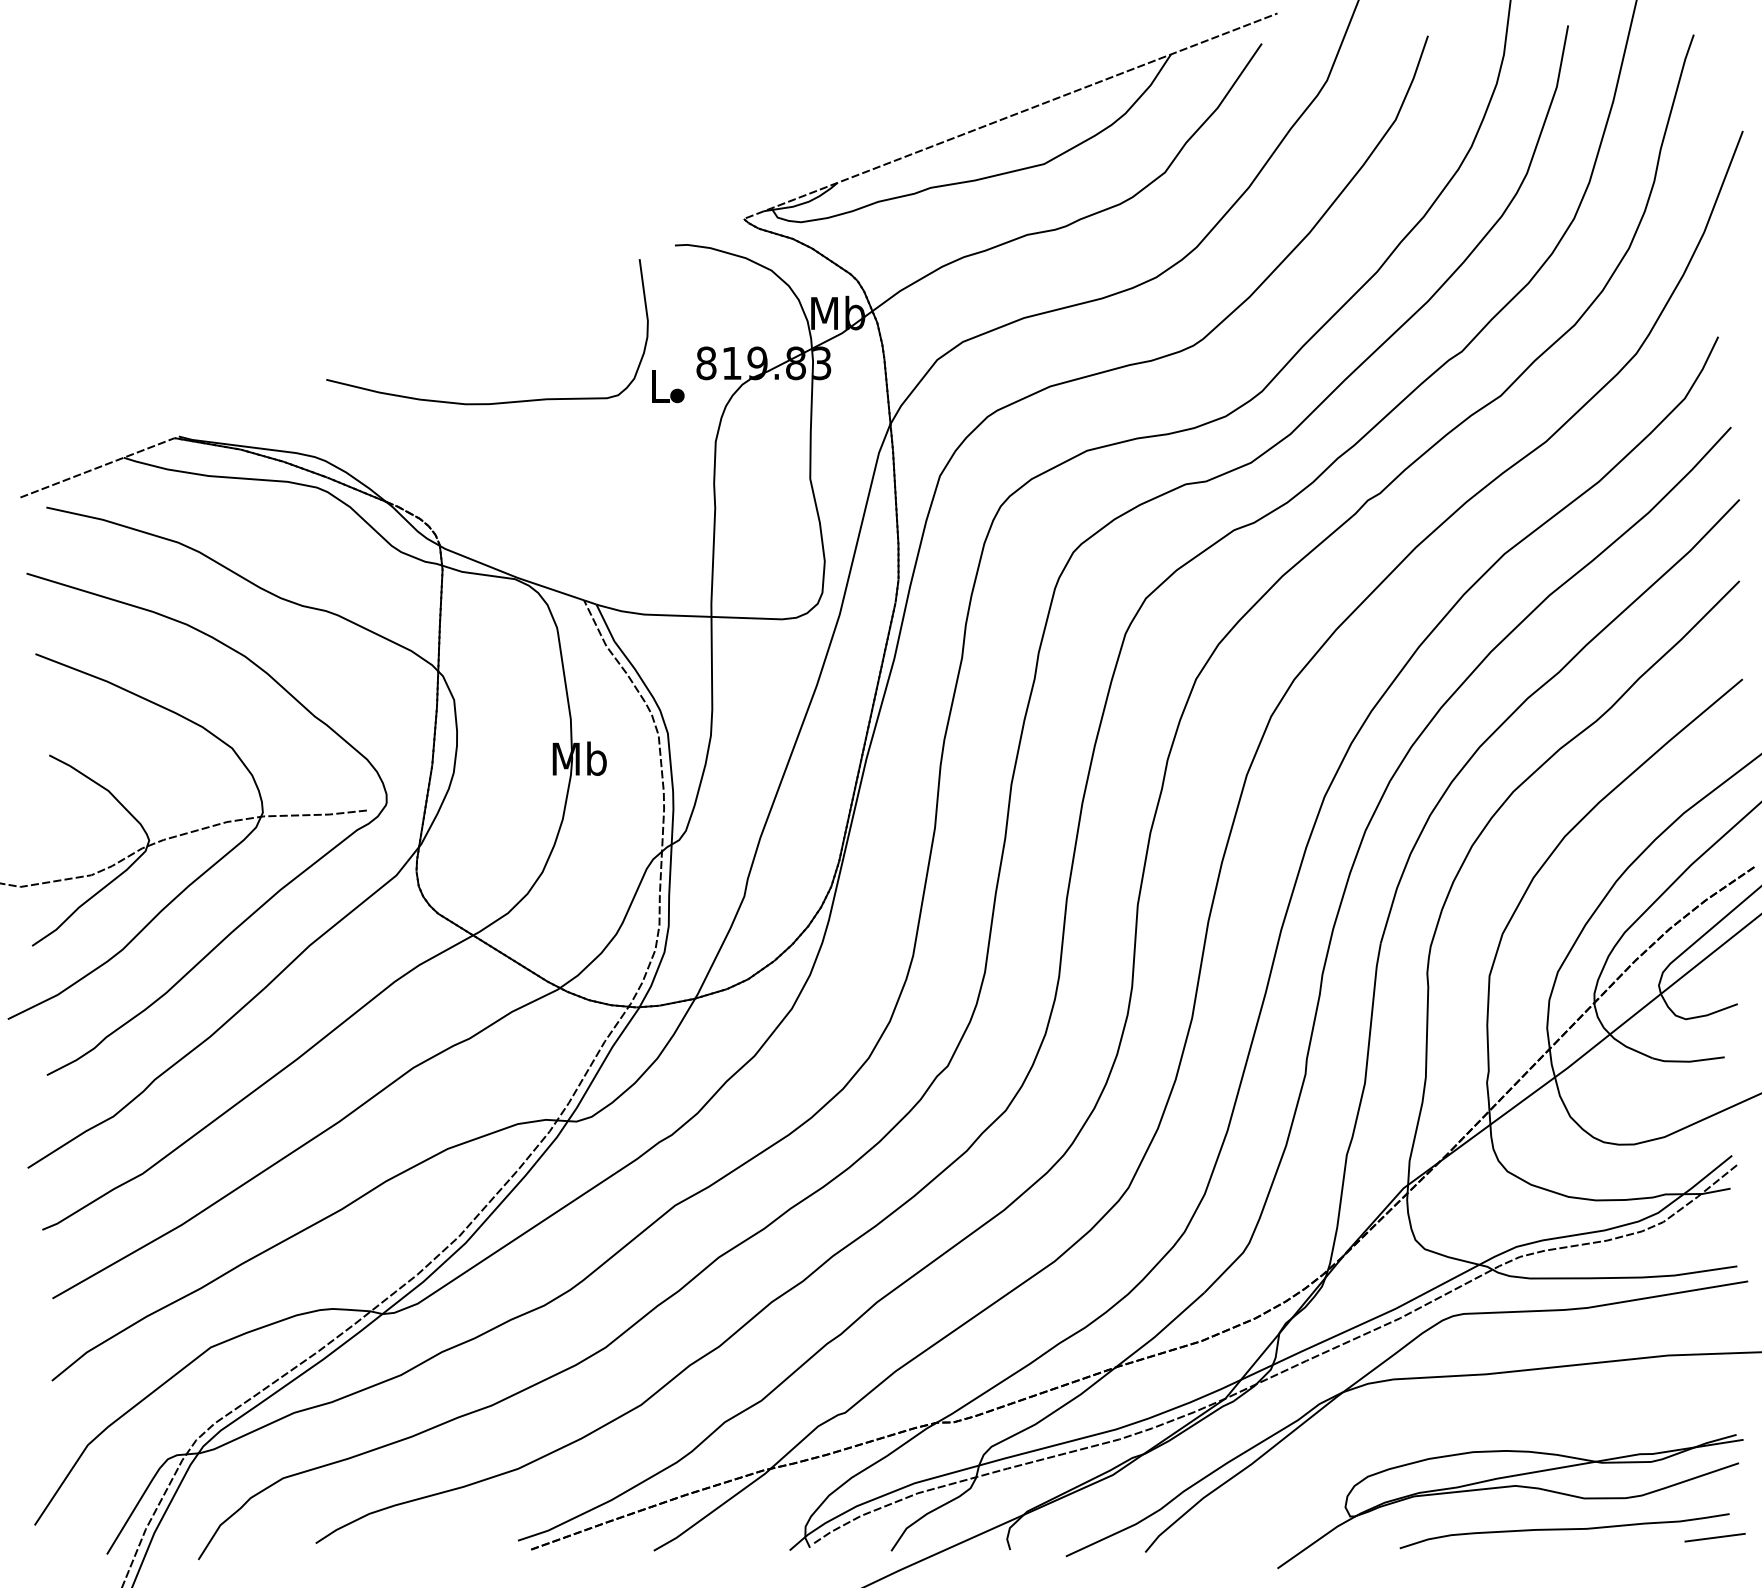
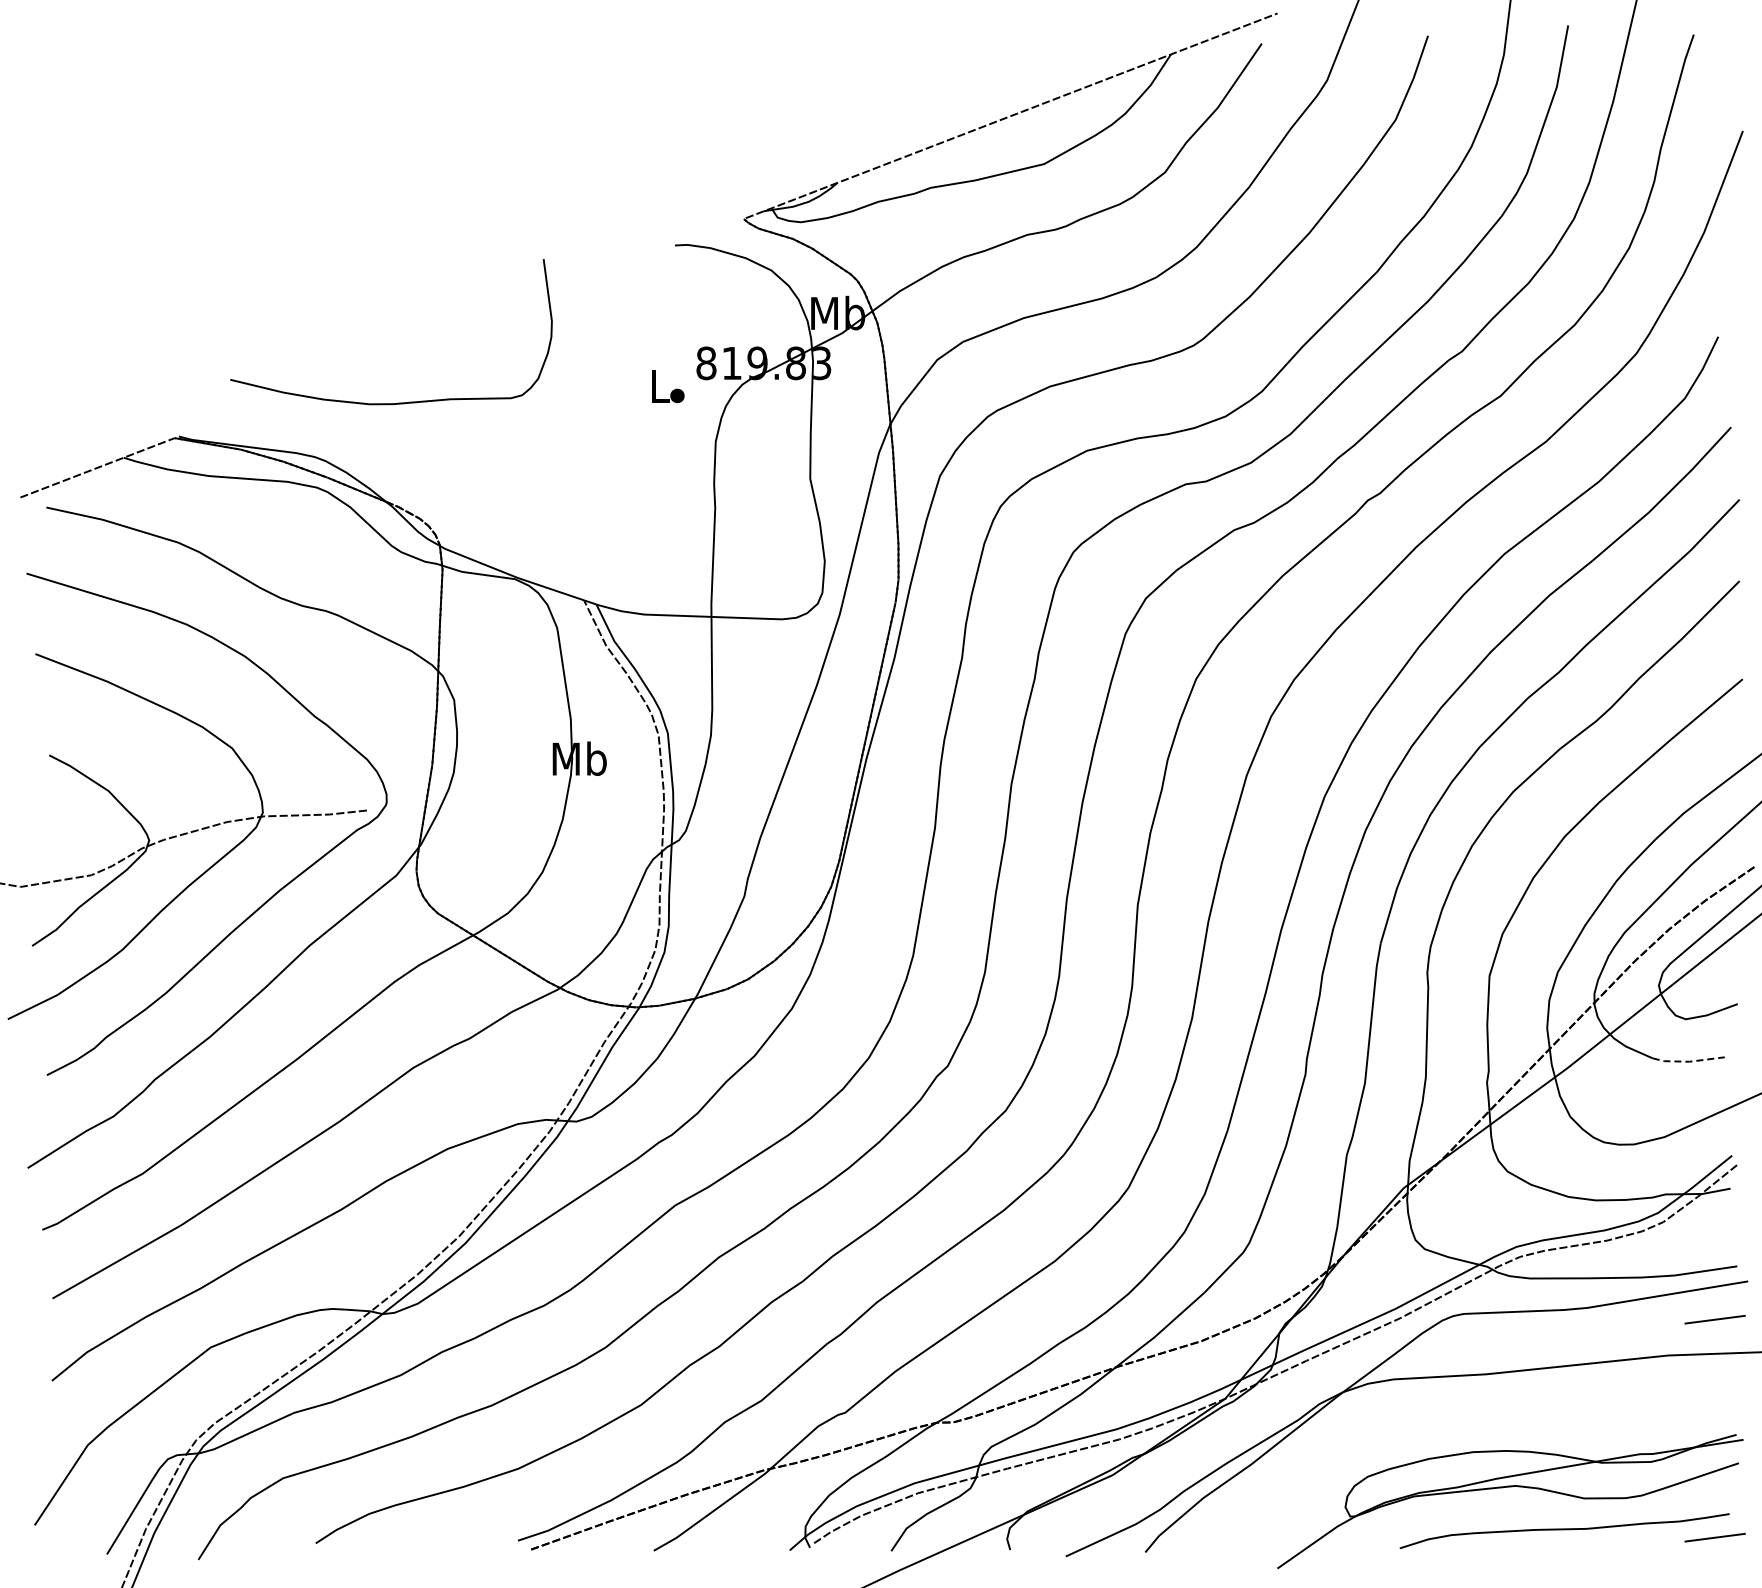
curve at (493, 402) position: (493, 402) -> (397, 402)
line at (1688, 1061): solid -> dashed
line at (1714, 1319): none -> present
